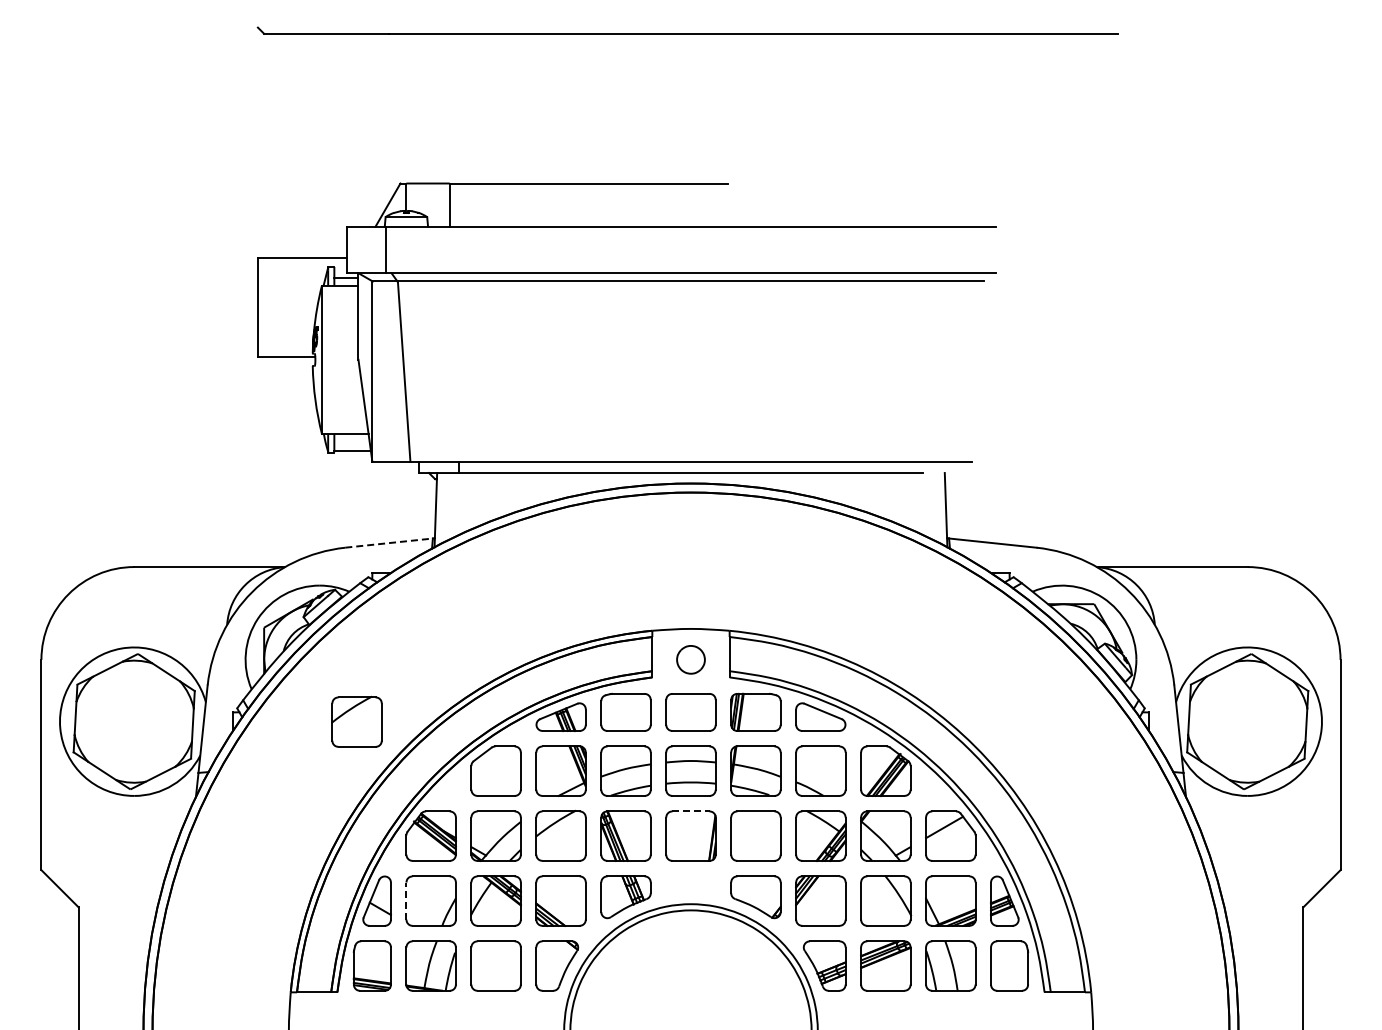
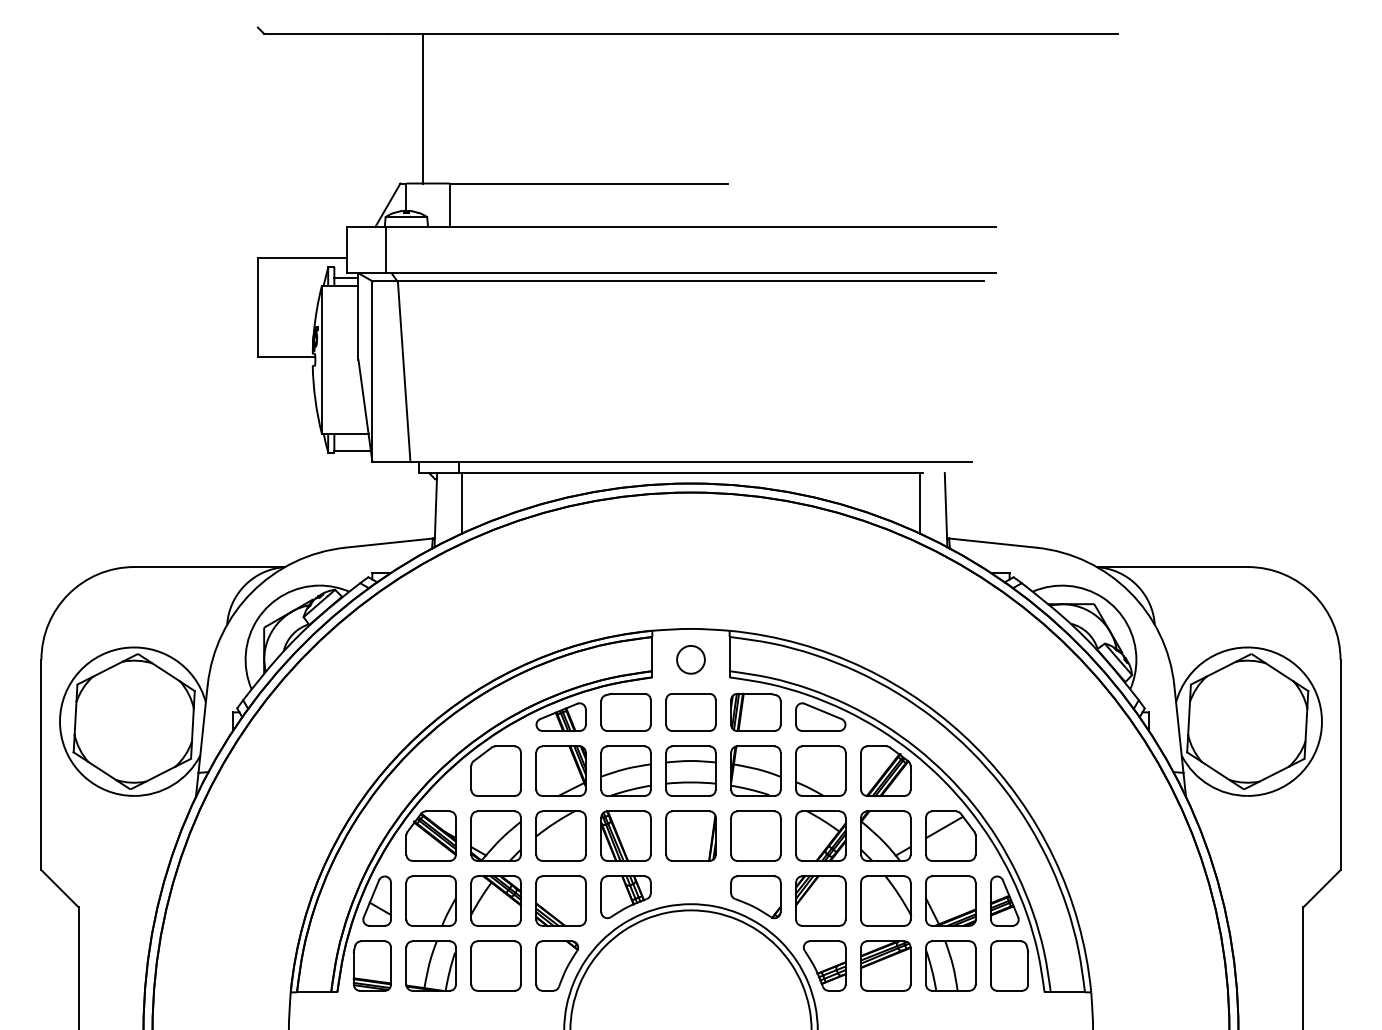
line at (422, 108): none -> present
line at (462, 503): none -> present
line at (919, 503): none -> present
line at (389, 543): dashed -> solid
part at (356, 721): present -> none
line at (691, 811): dashed -> solid
line at (406, 901): dashed -> solid
